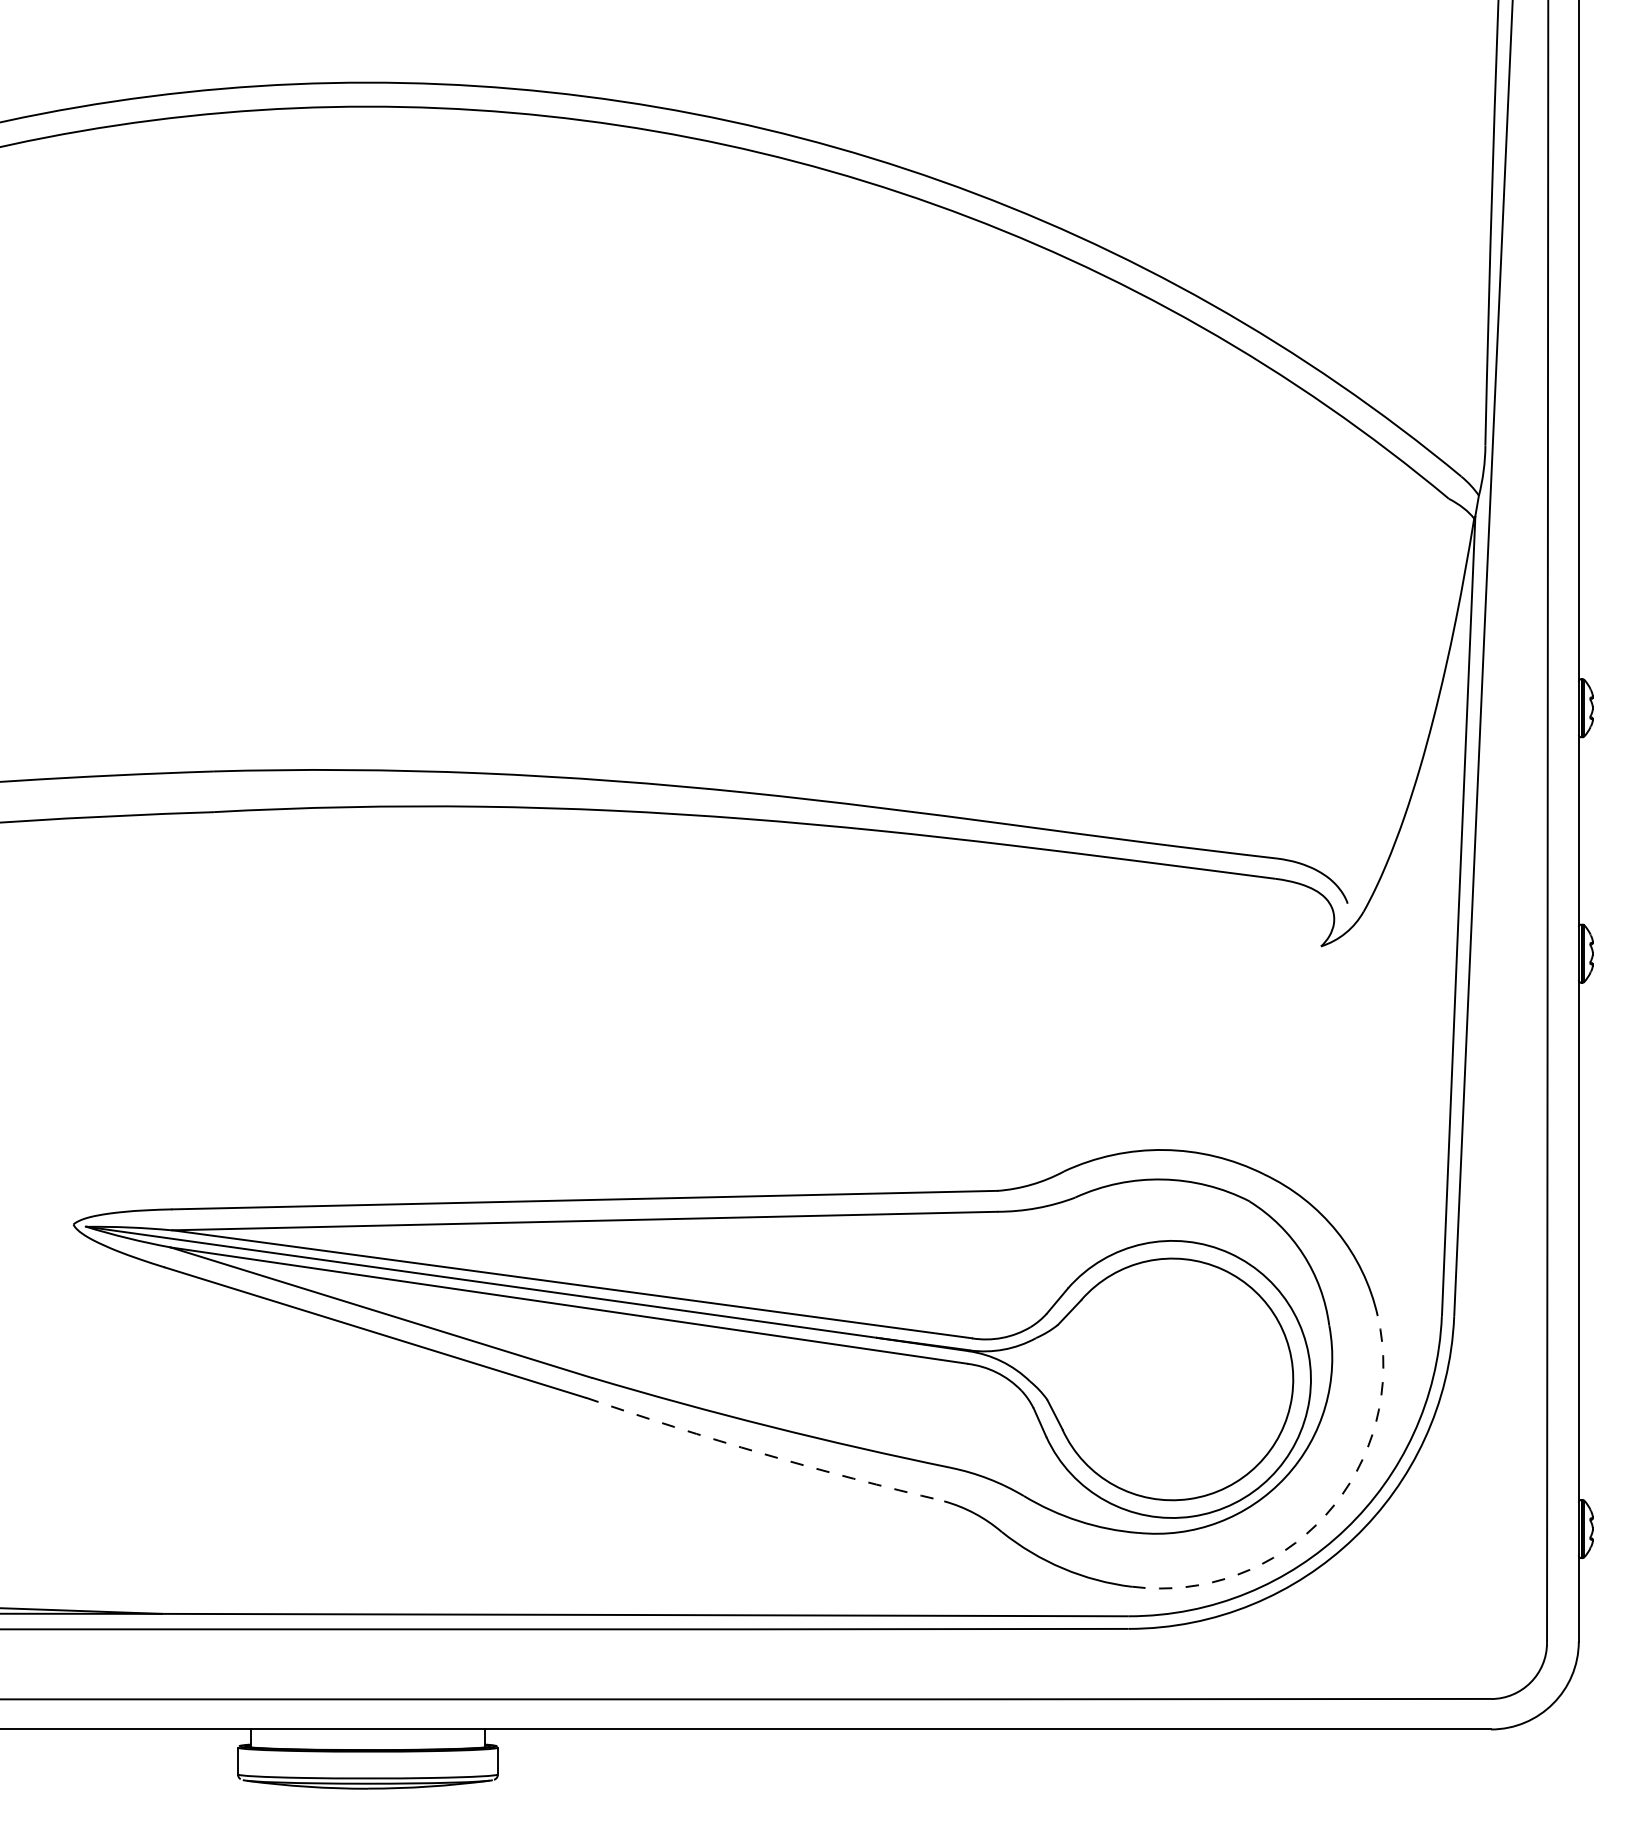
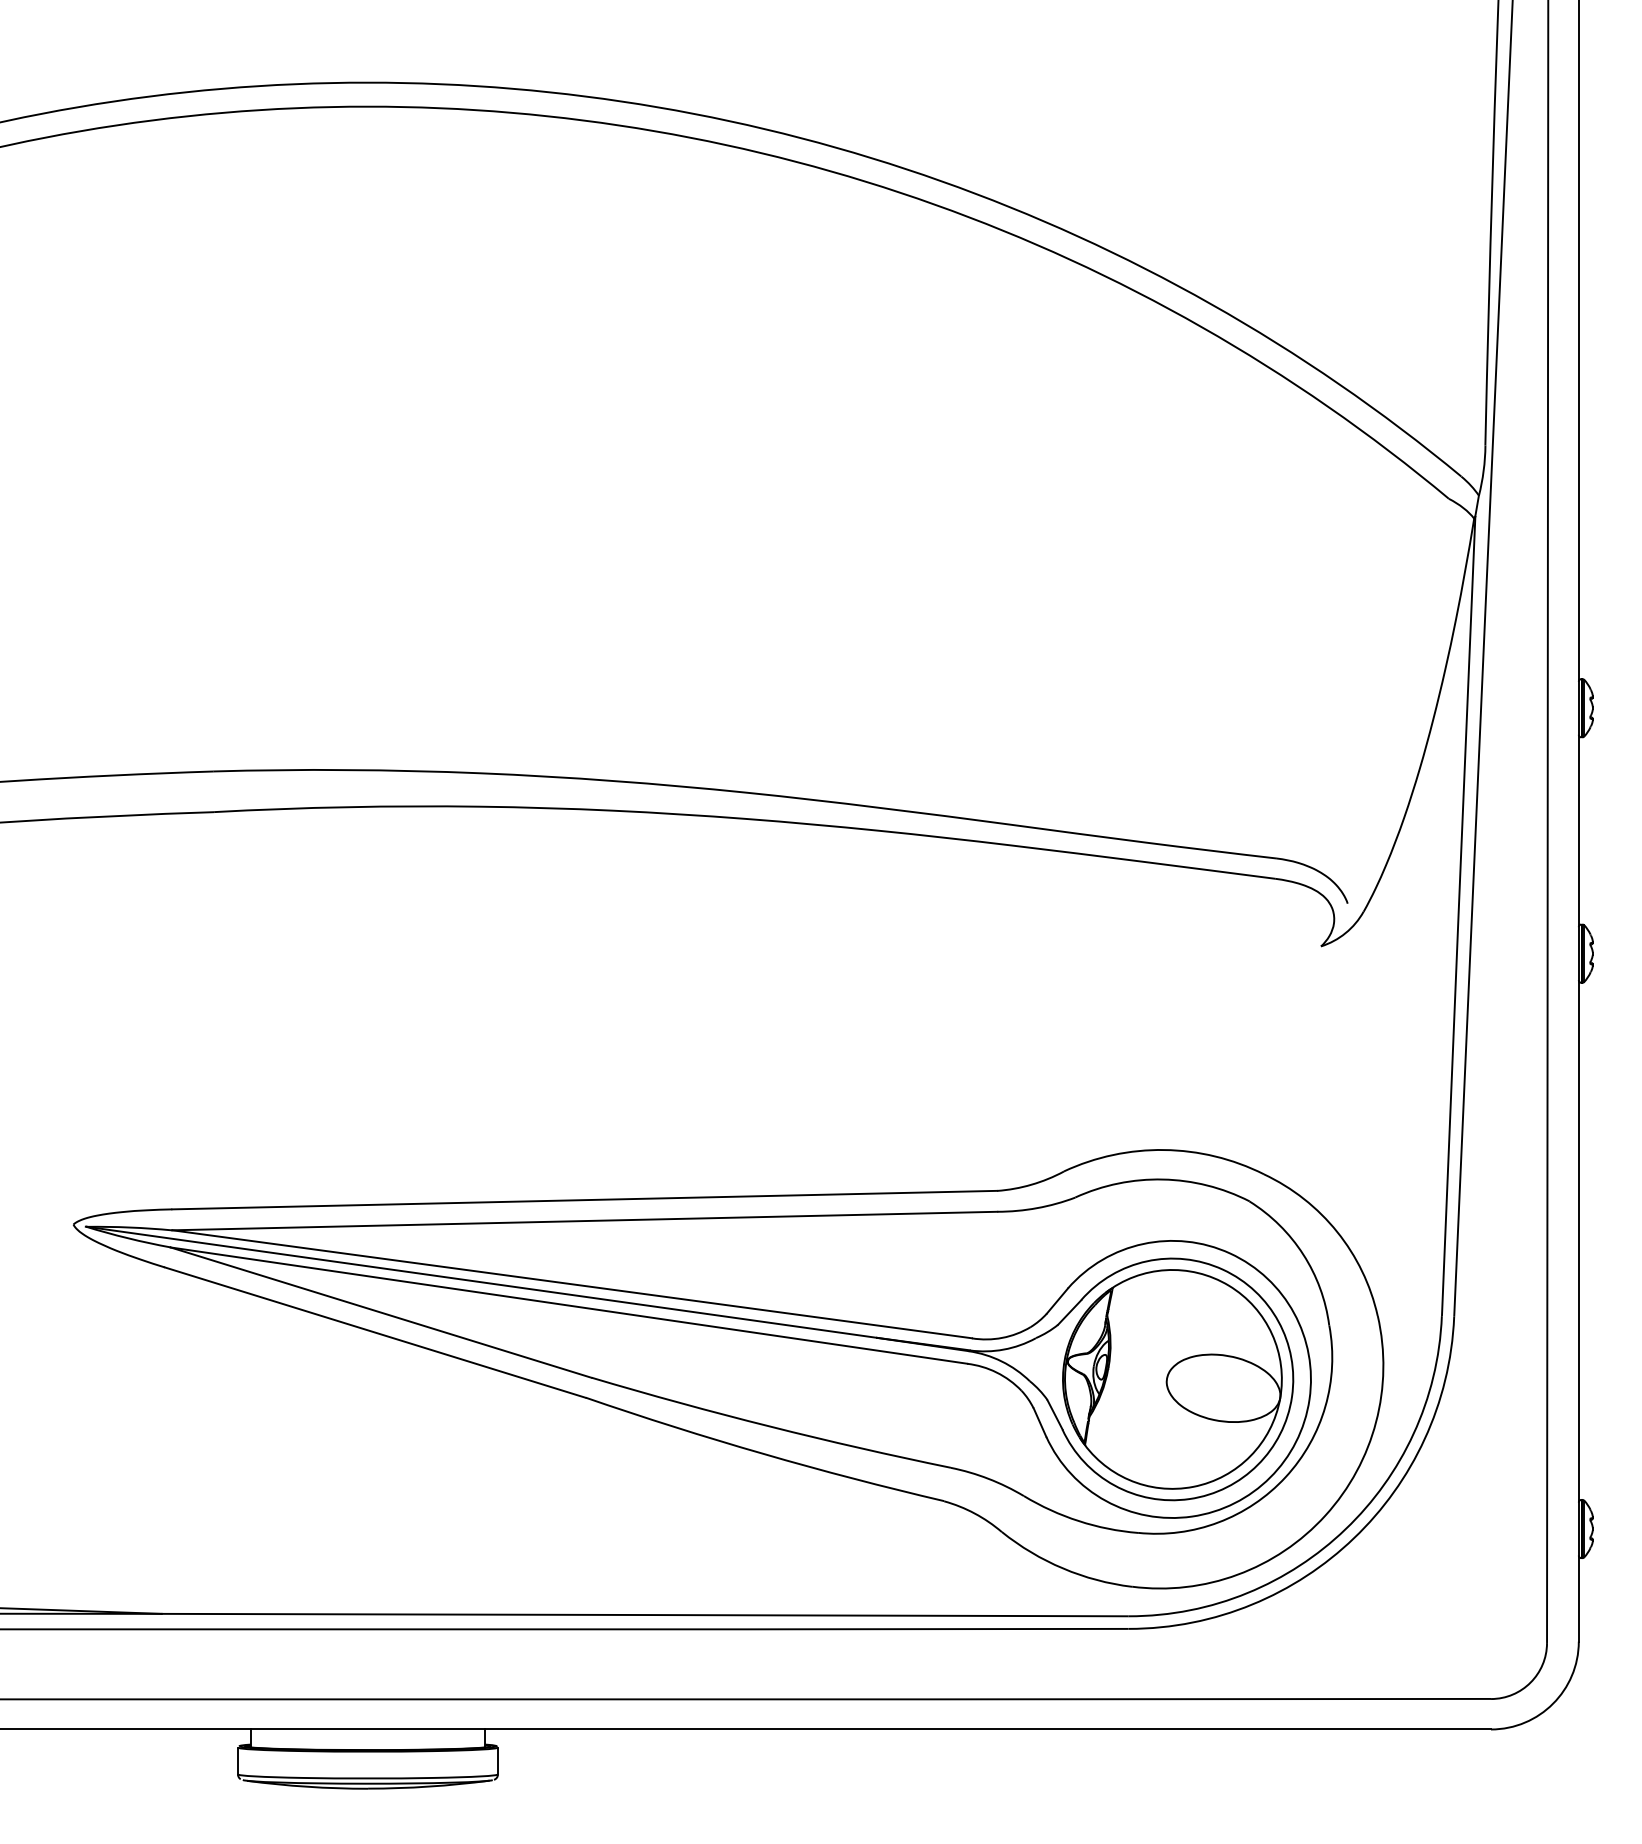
part at (1172, 1379): none -> present
arc at (763, 1453): dashed -> solid
arc at (1325, 1515): dashed -> solid
